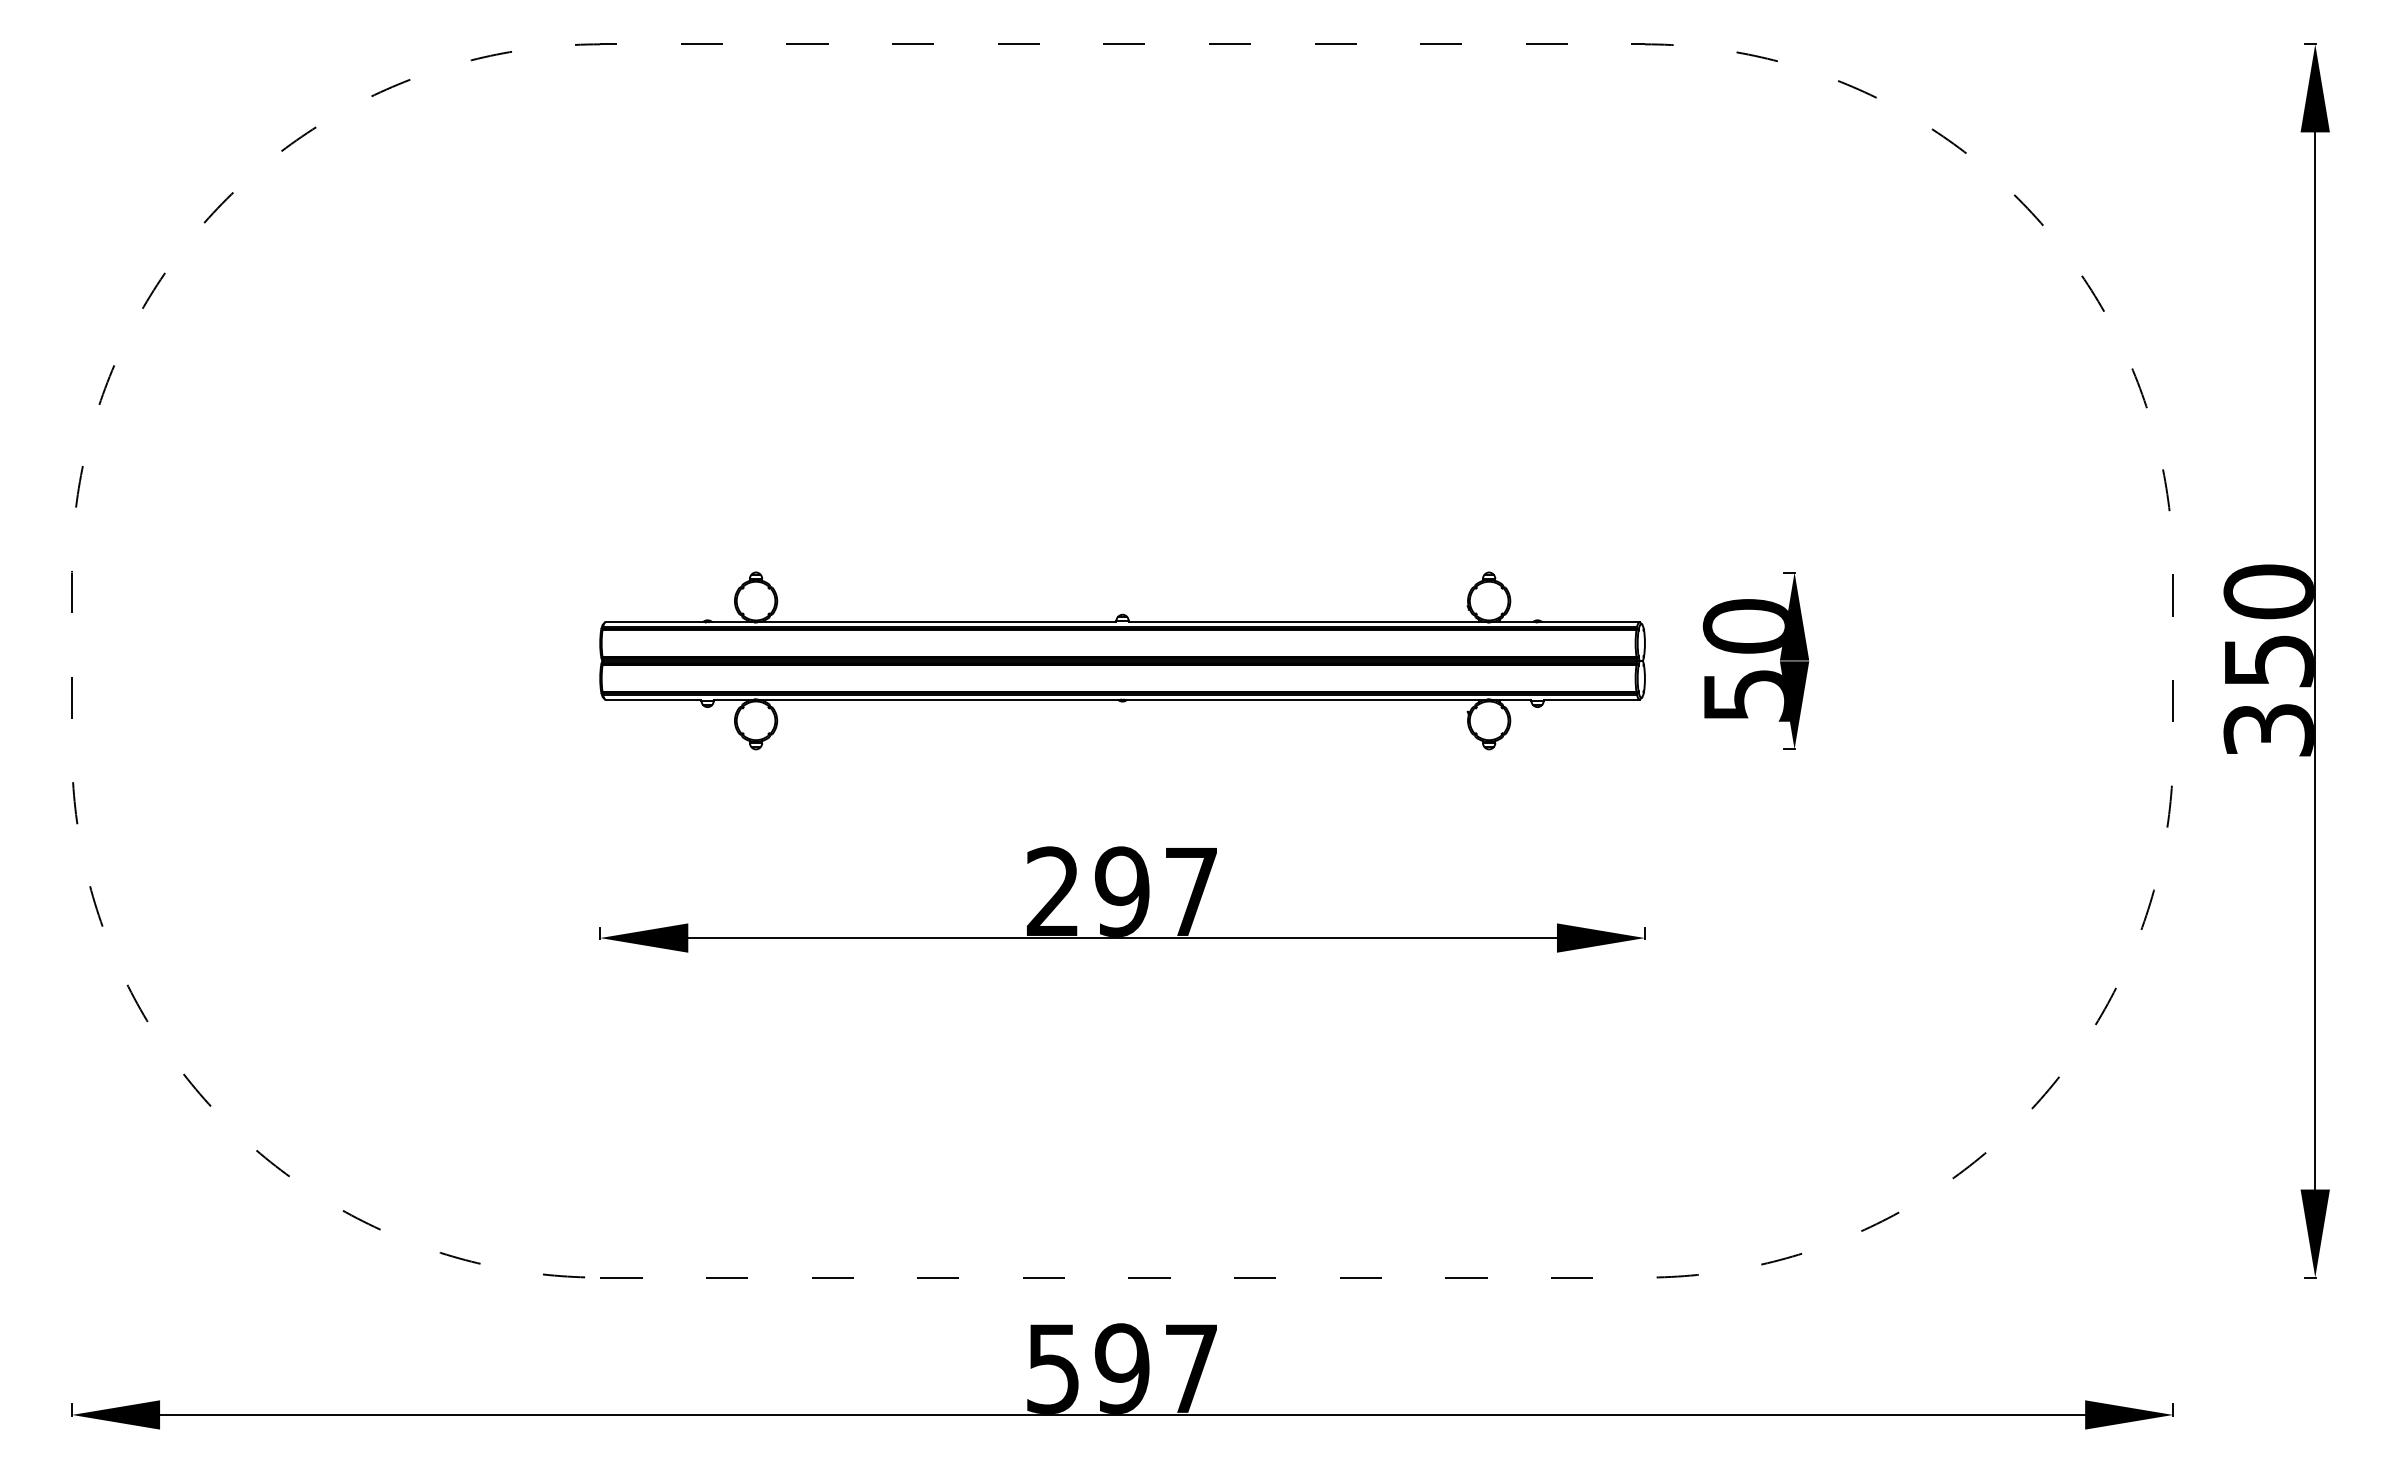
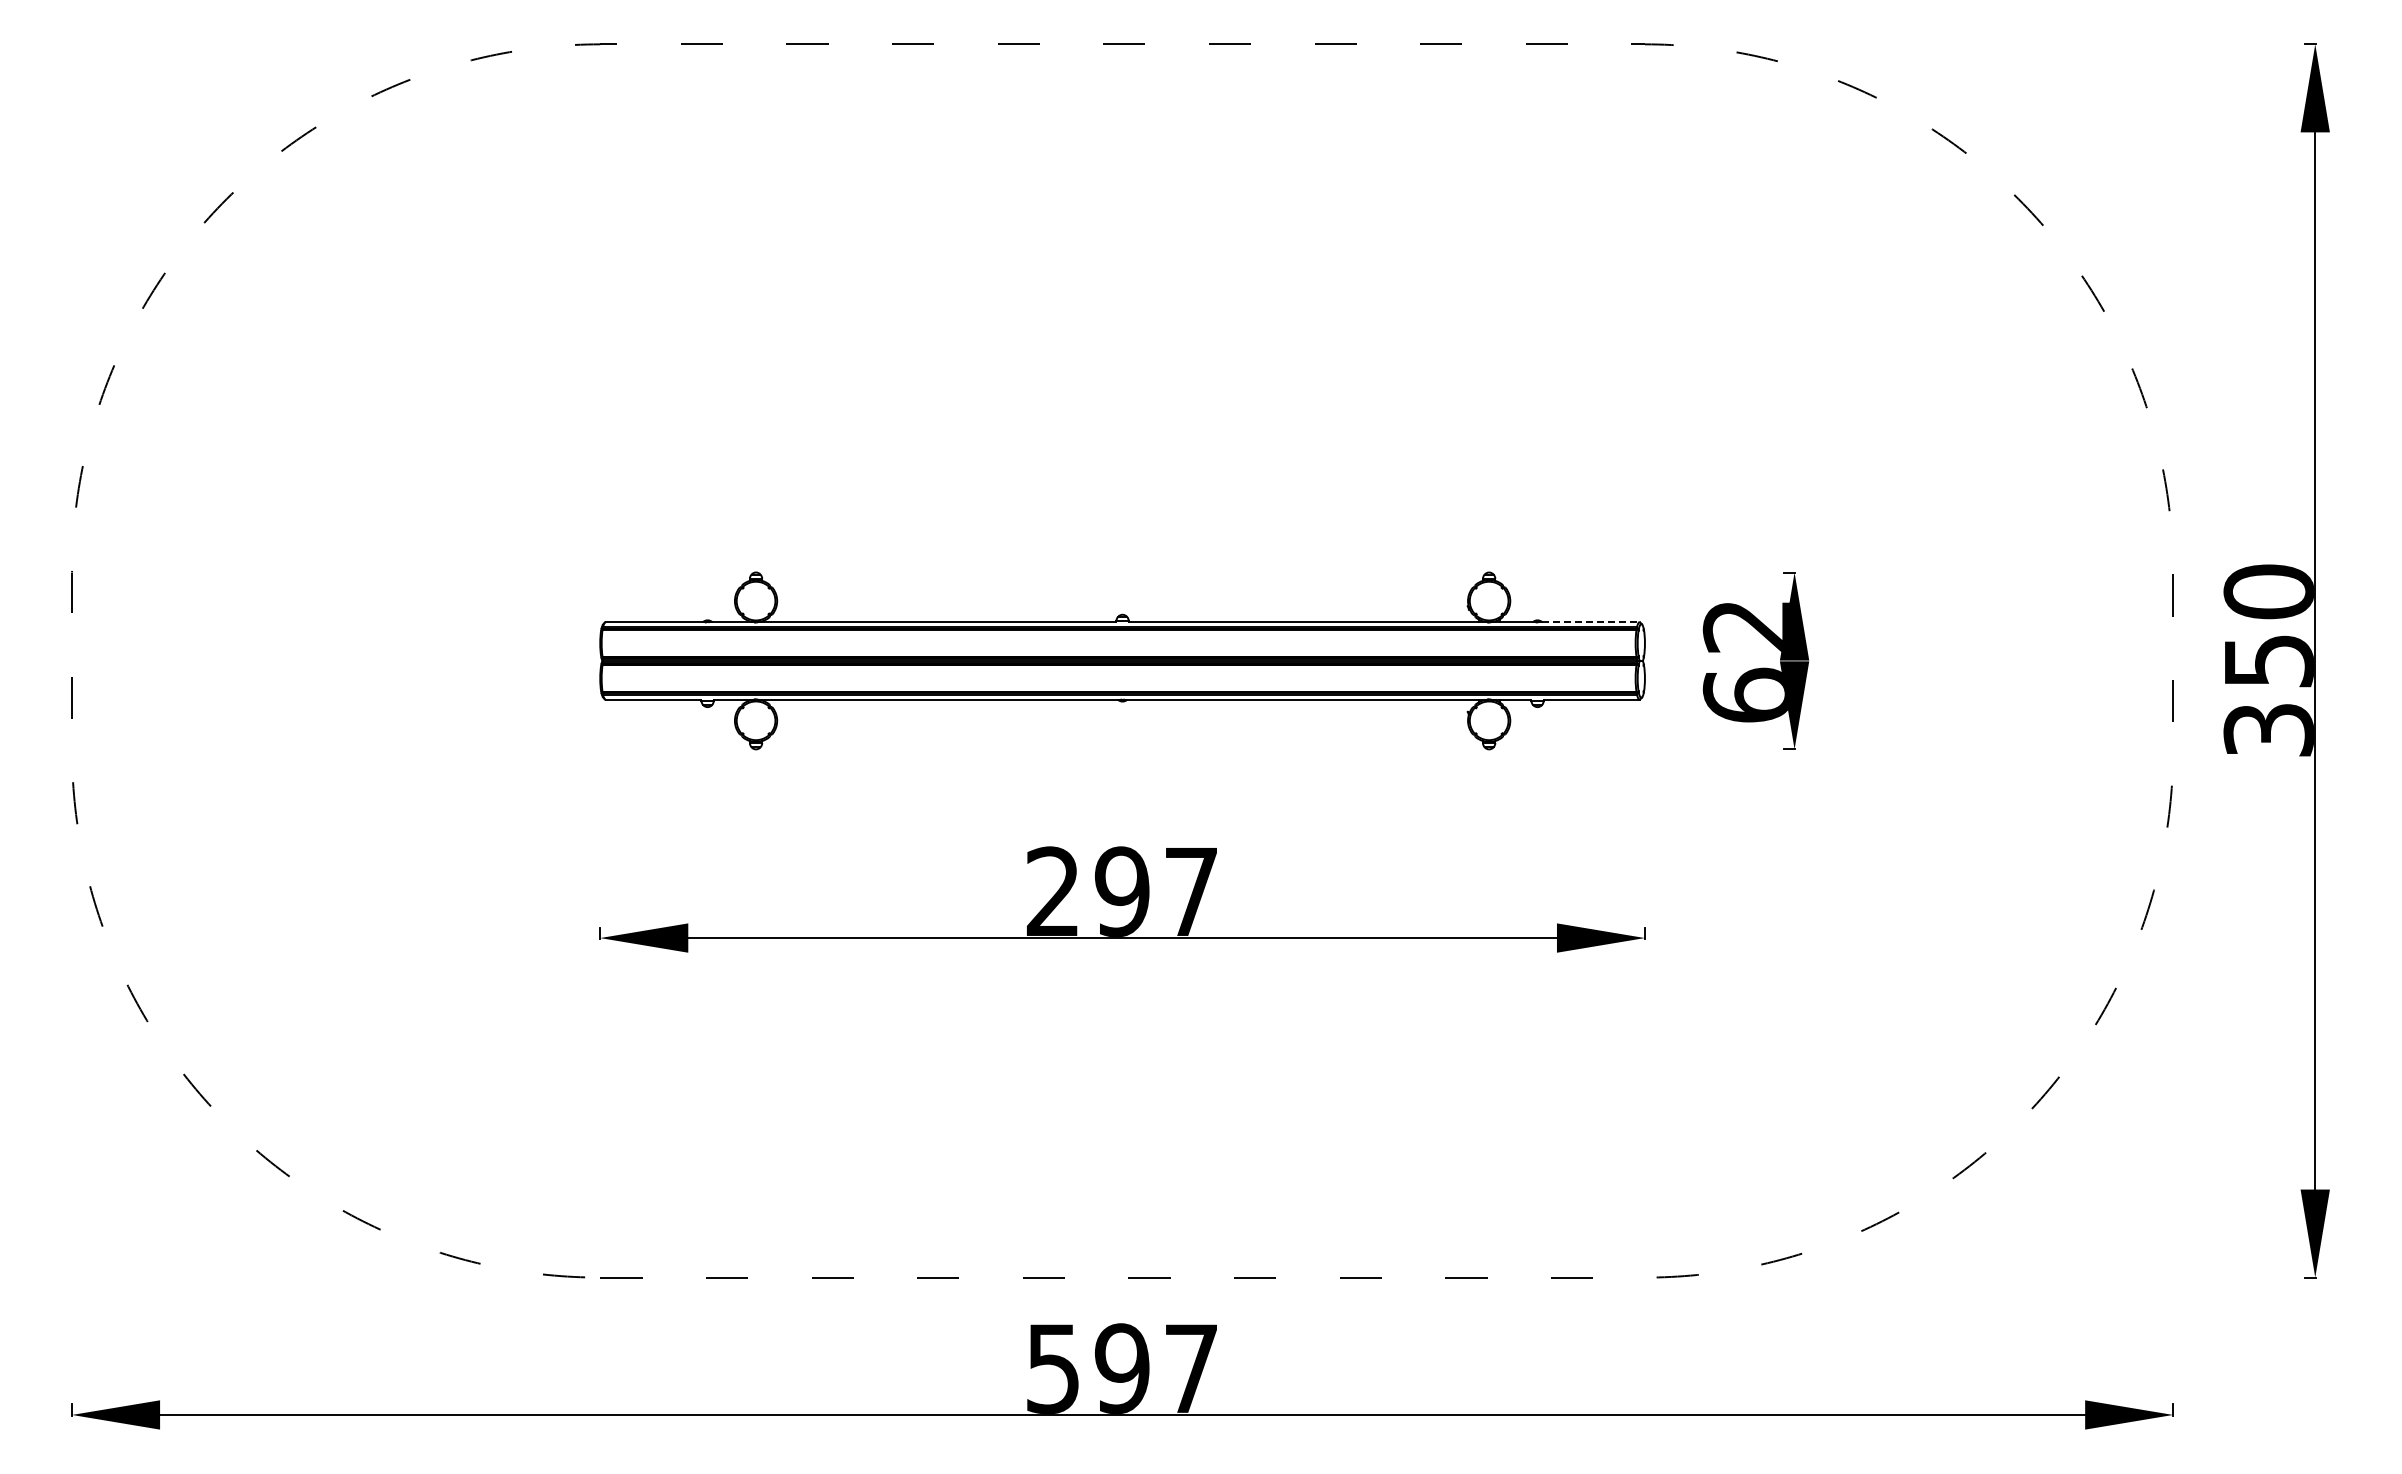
line at (1590, 622): solid -> dashed
text at (1745, 660): 50 -> 62
